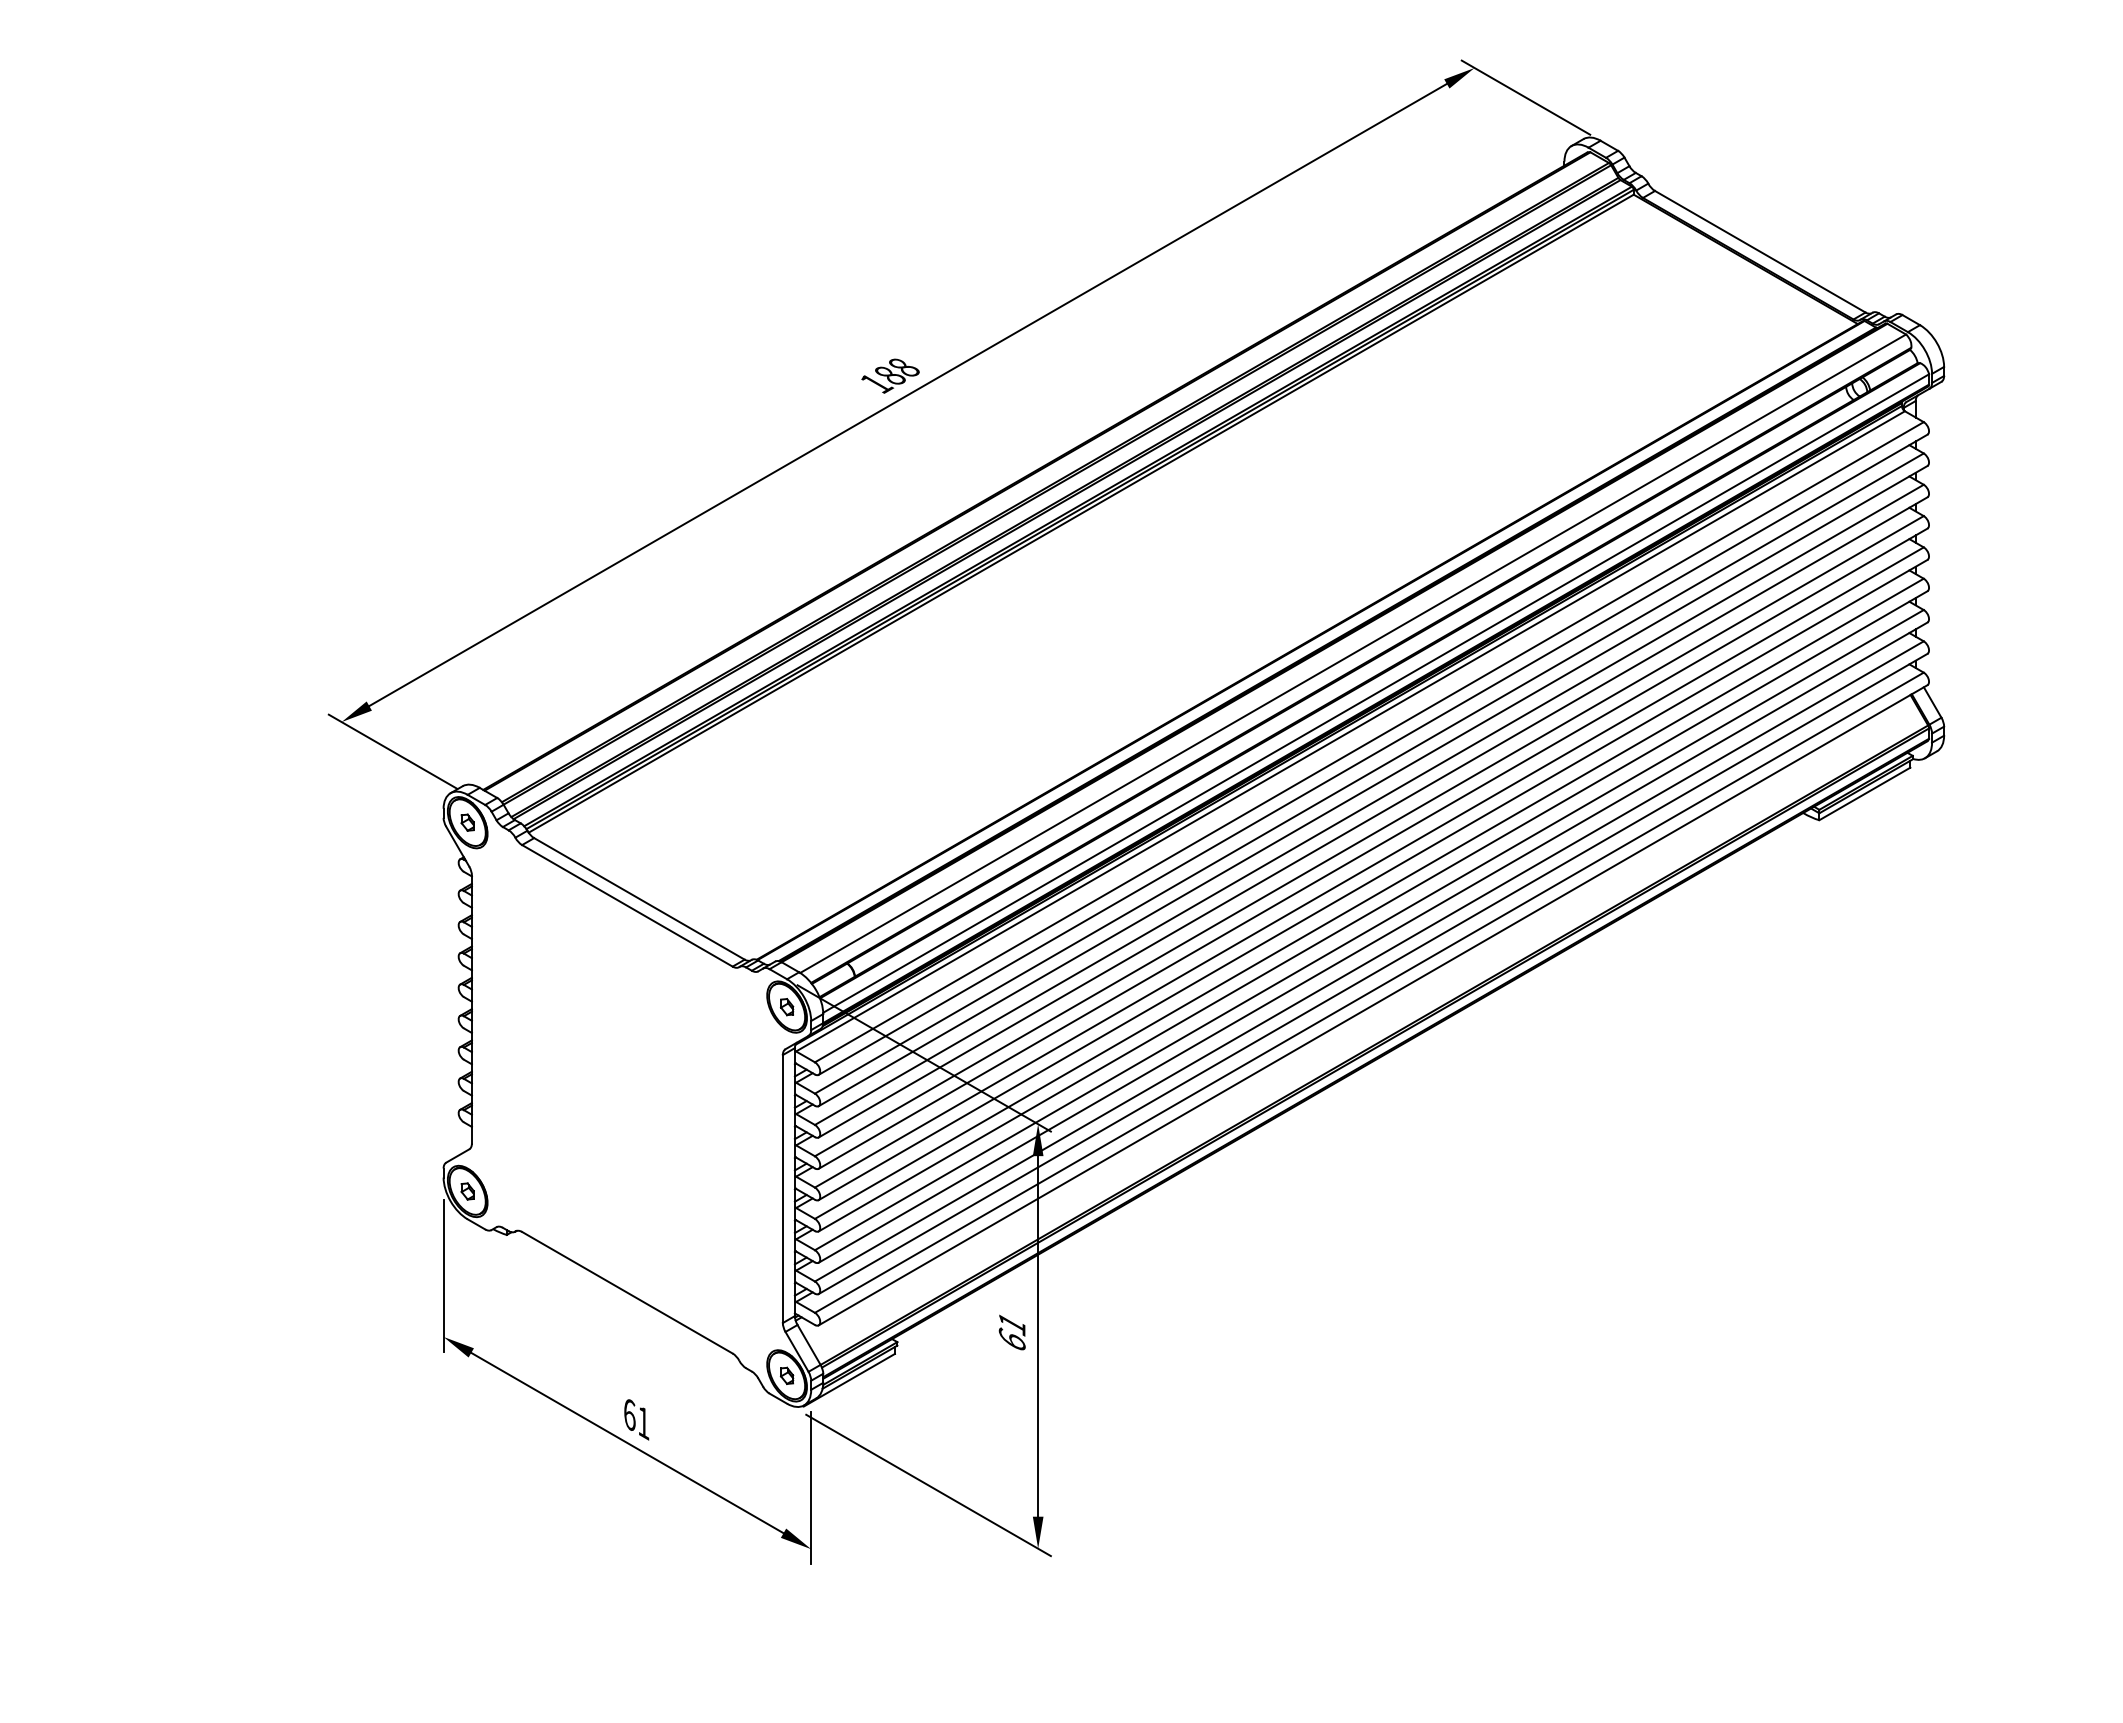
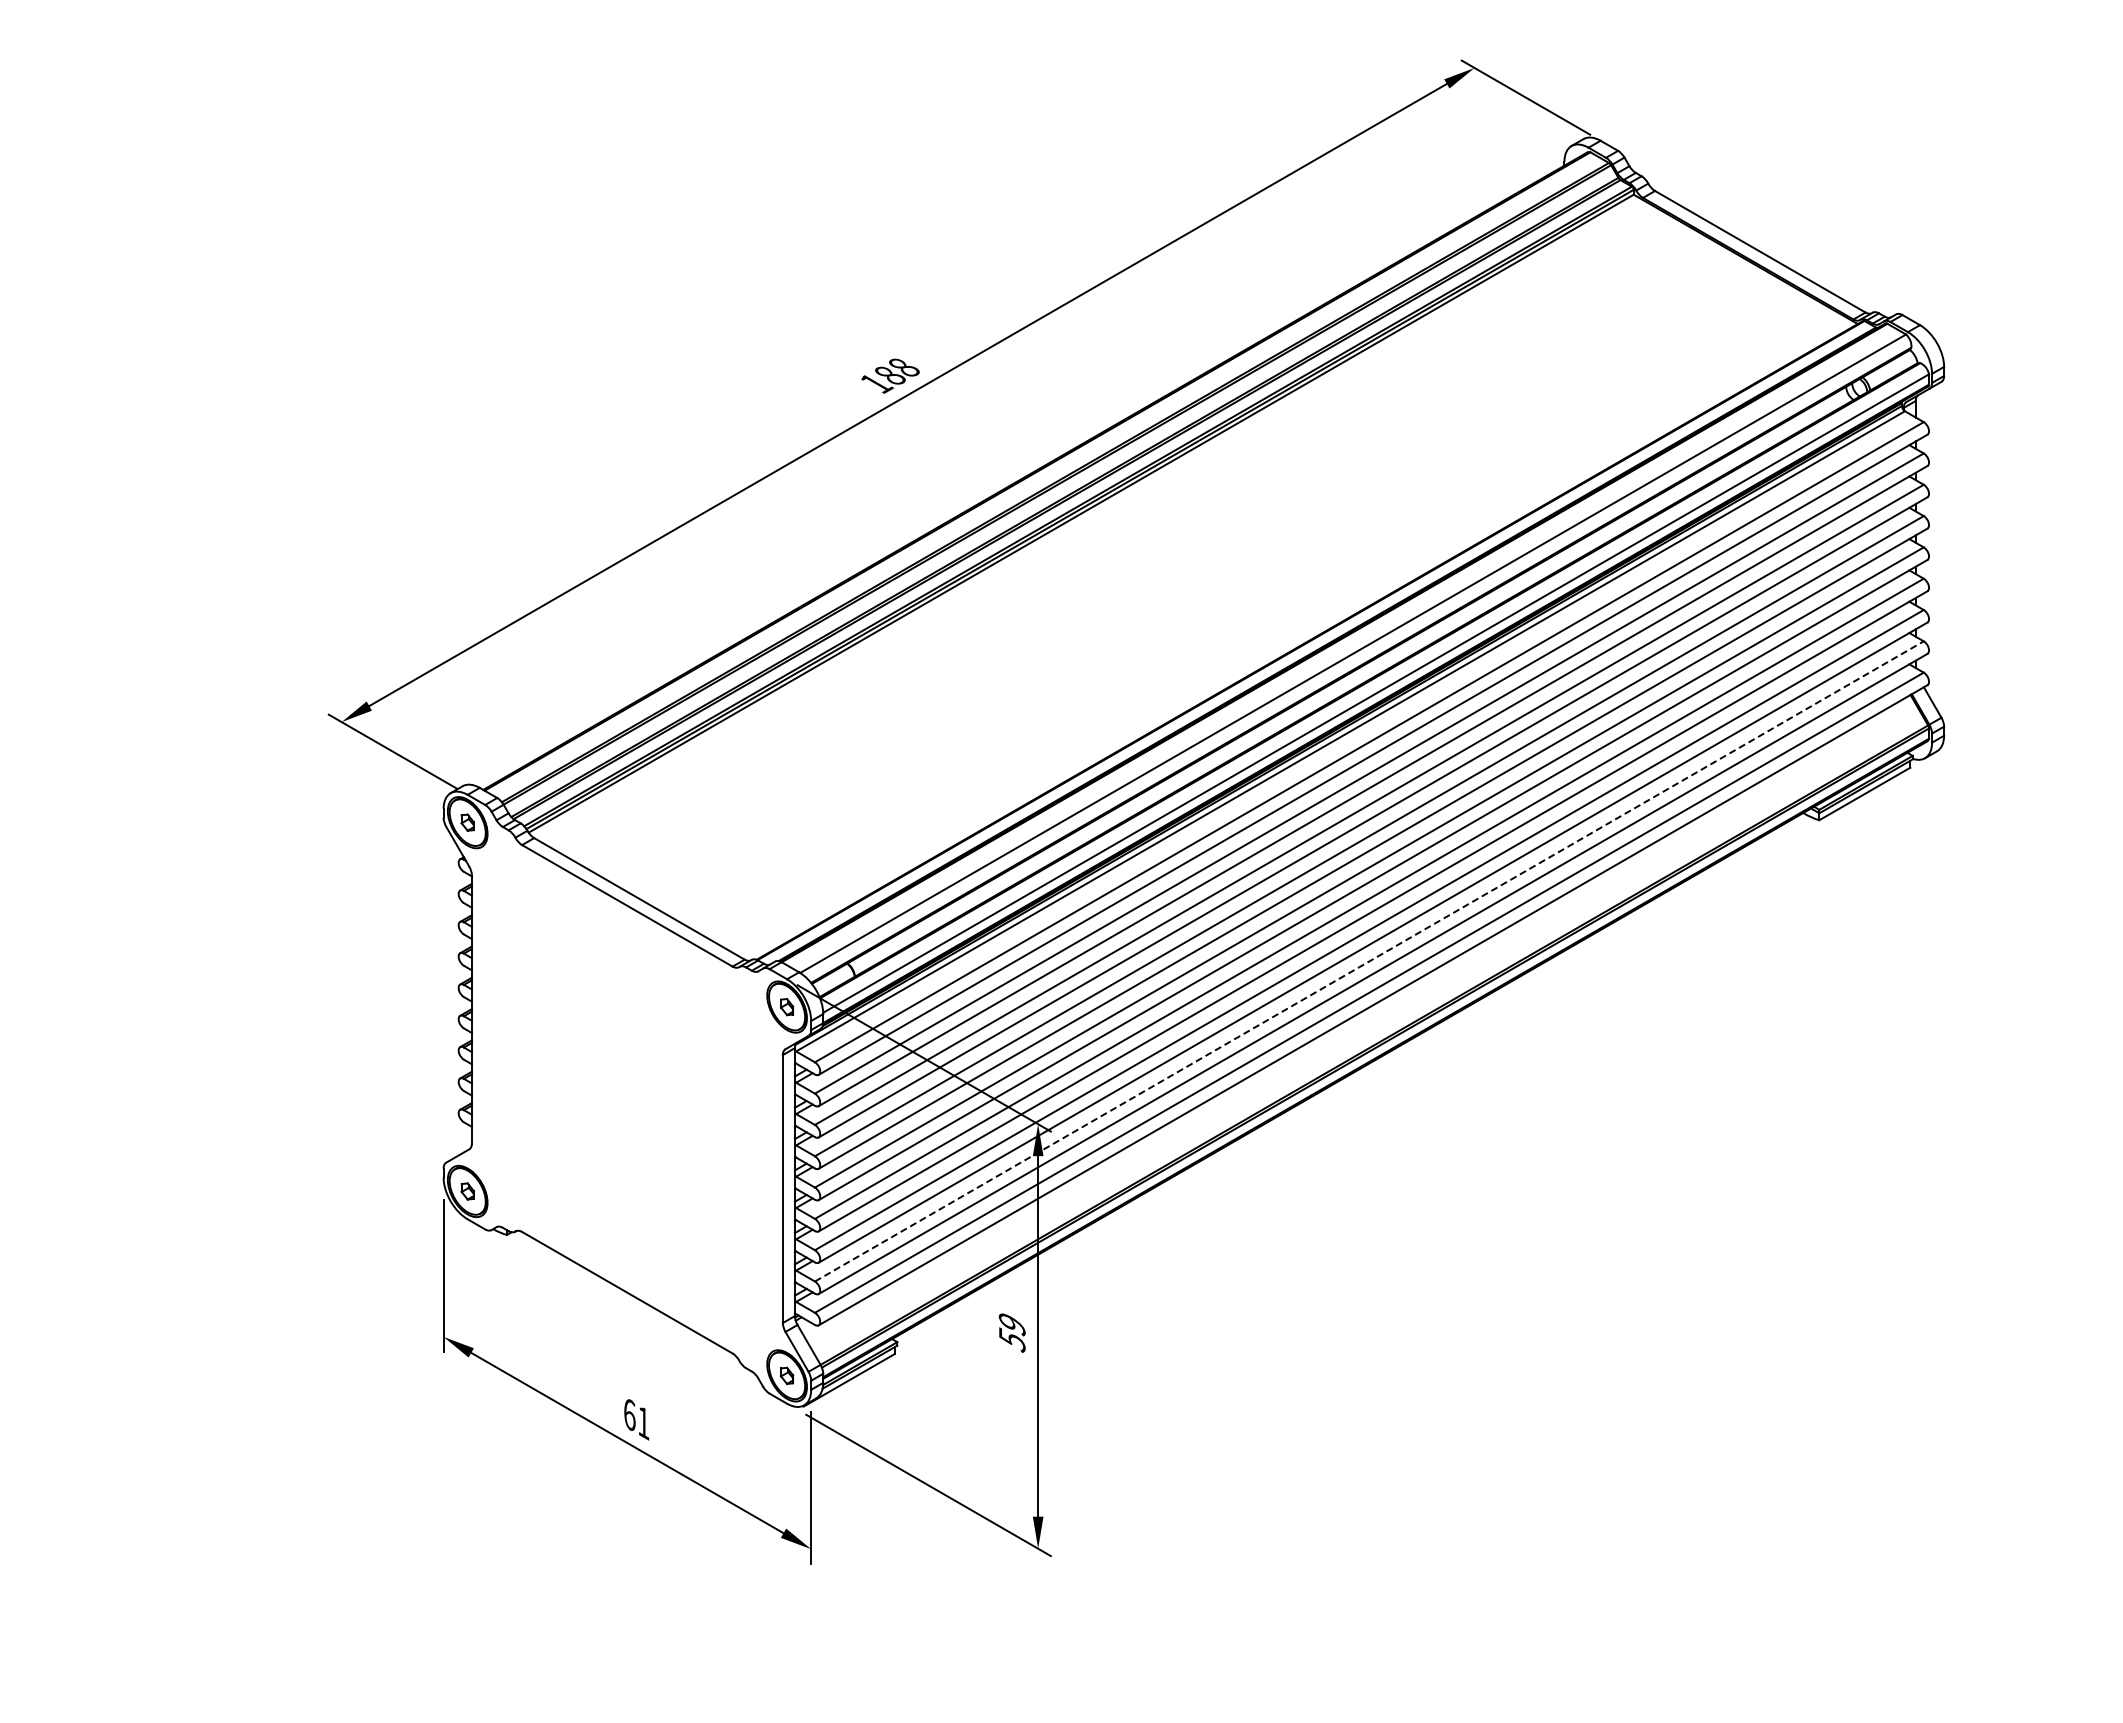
line at (1369, 961): solid -> dashed
text at (1011, 1332): 61 -> 59
